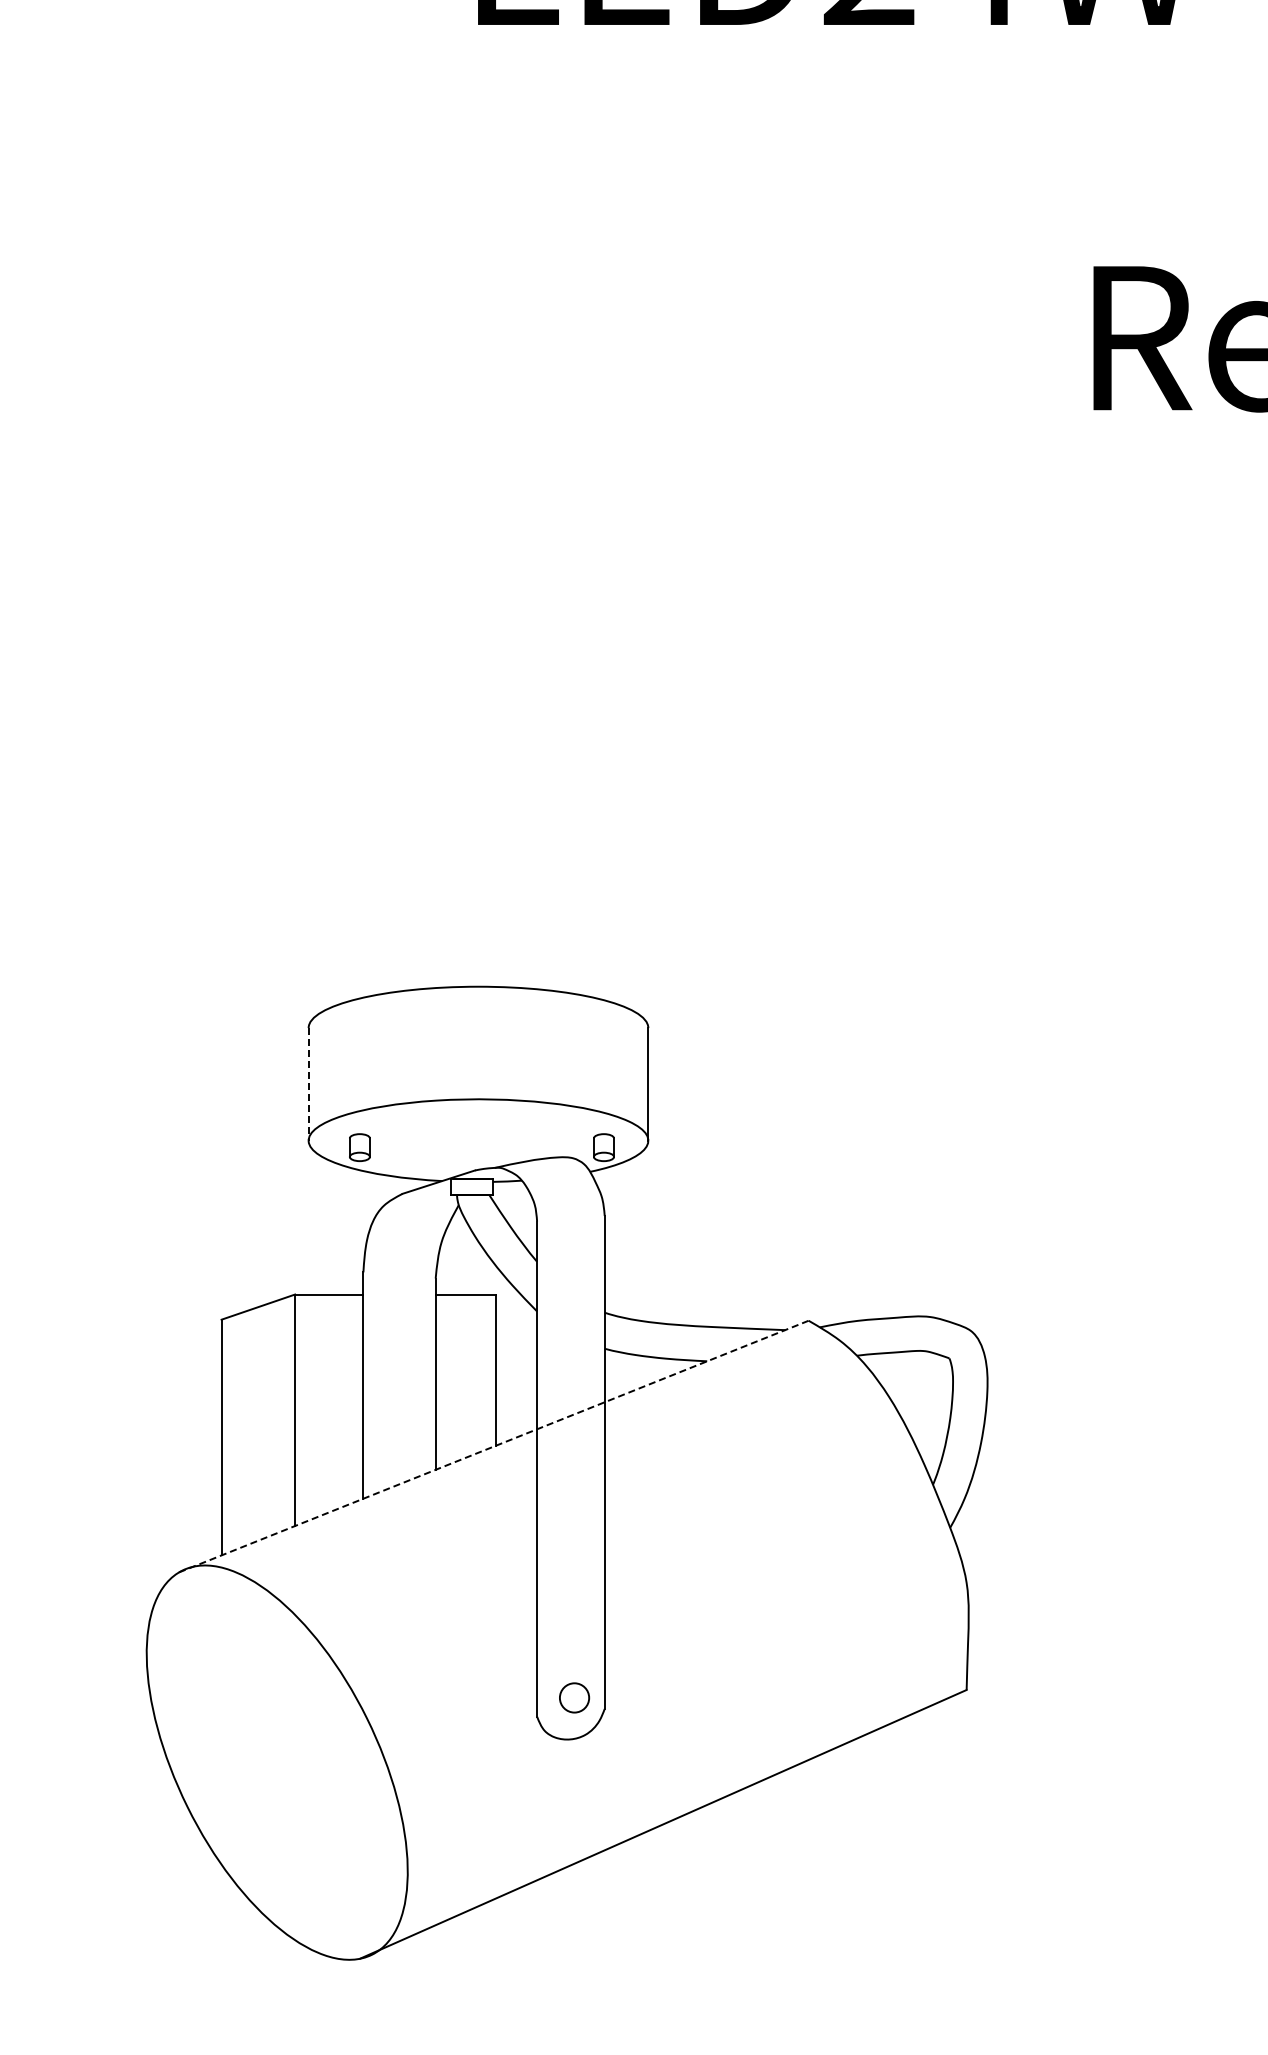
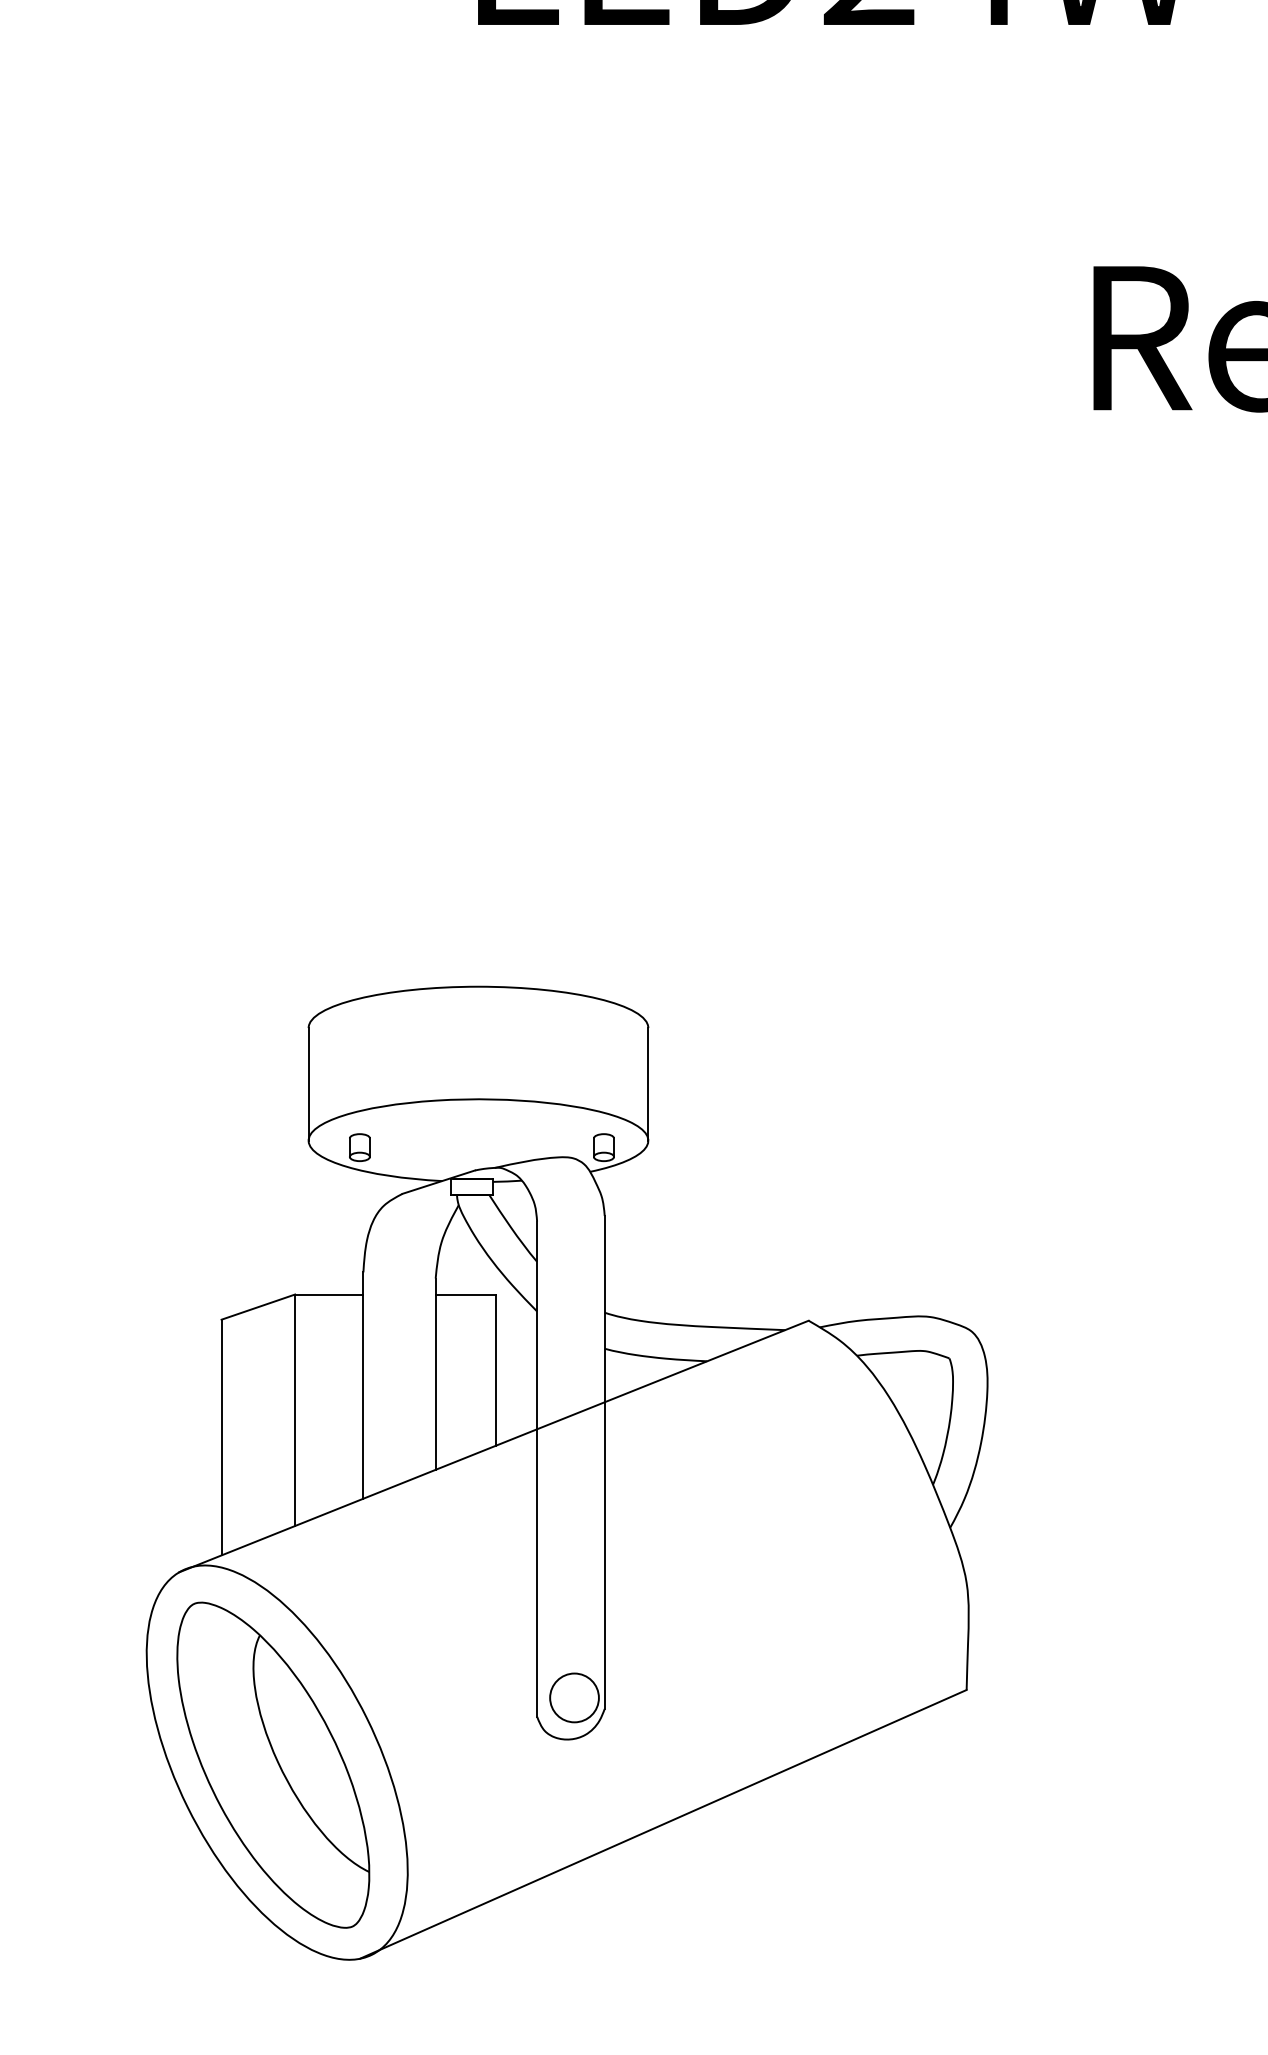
line at (308, 1084): dashed -> solid
line at (494, 1446): dashed -> solid
circle at (574, 1697) diameter: 29 px -> 49 px
part at (273, 1764): none -> present
